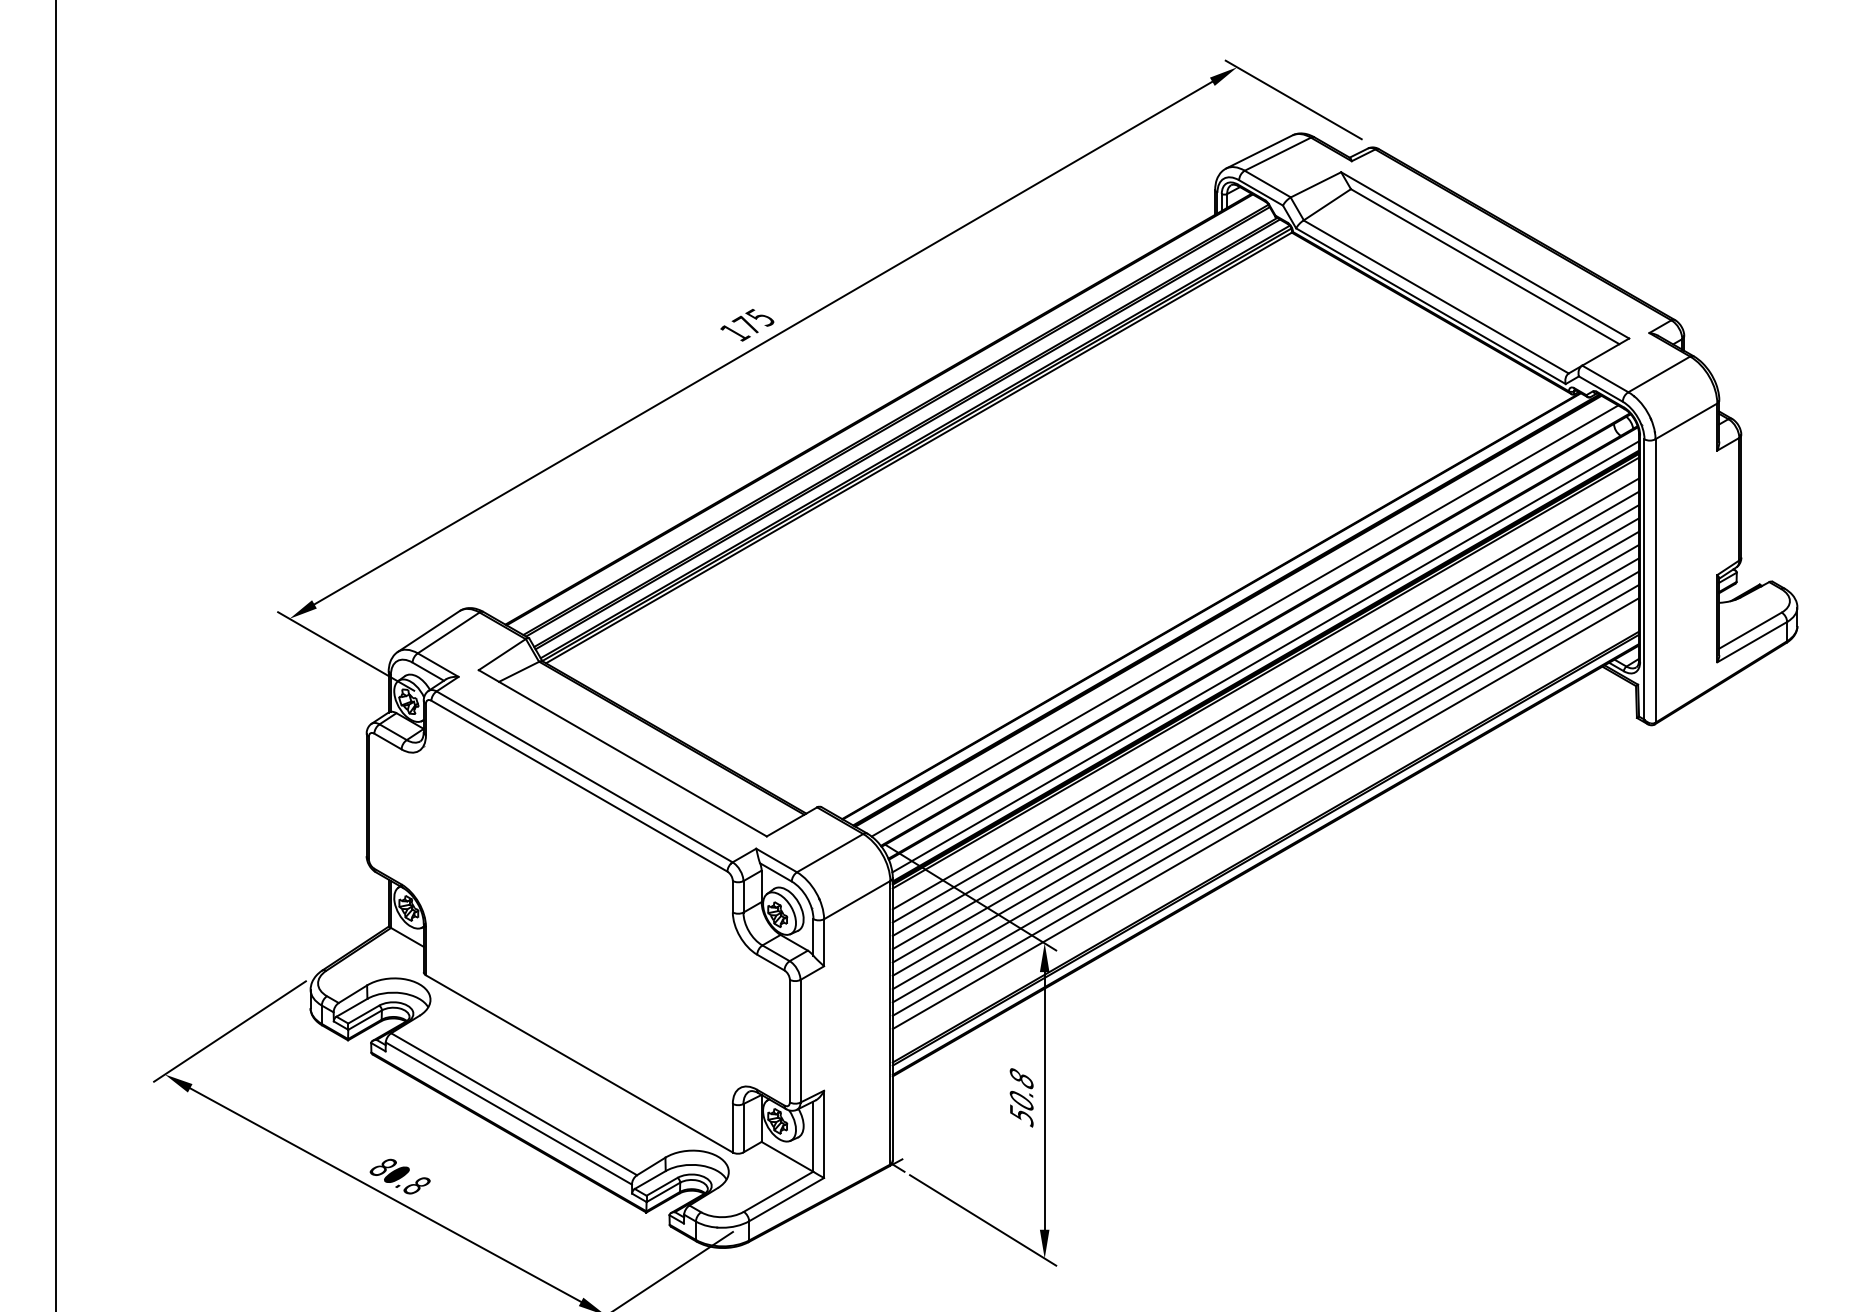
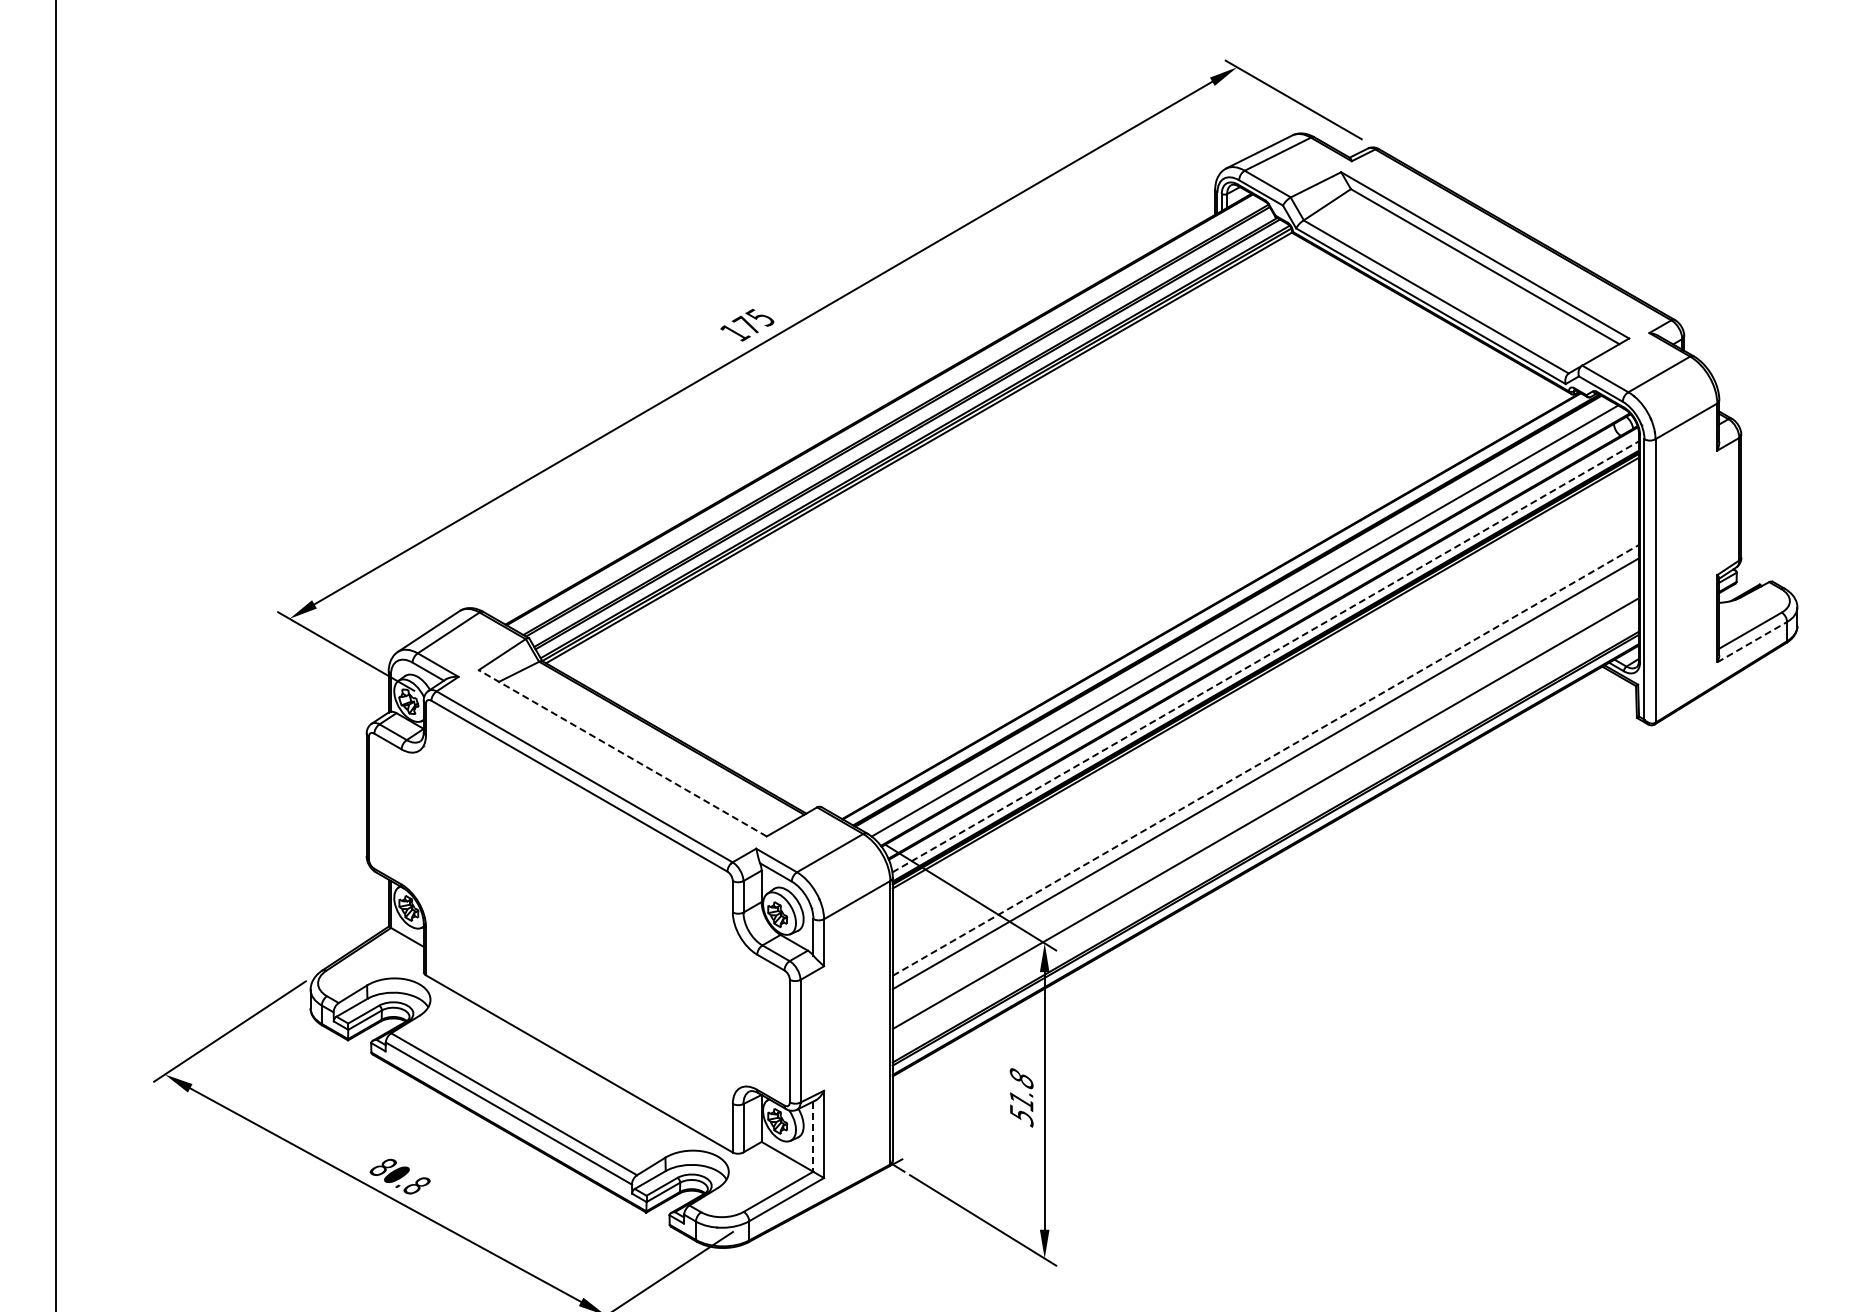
line at (1752, 641): solid -> dashed
line at (1266, 656): solid -> dashed
line at (1265, 693): present -> none
line at (1265, 706): present -> none
line at (1265, 720): present -> none
line at (1265, 733): present -> none
line at (1265, 746): present -> none
line at (622, 753): solid -> dashed
line at (1265, 760): solid -> dashed
line at (1265, 786): present -> none
line at (1265, 799): present -> none
text at (1021, 1101): 50.8 -> 51.8
line at (813, 1137): solid -> dashed
